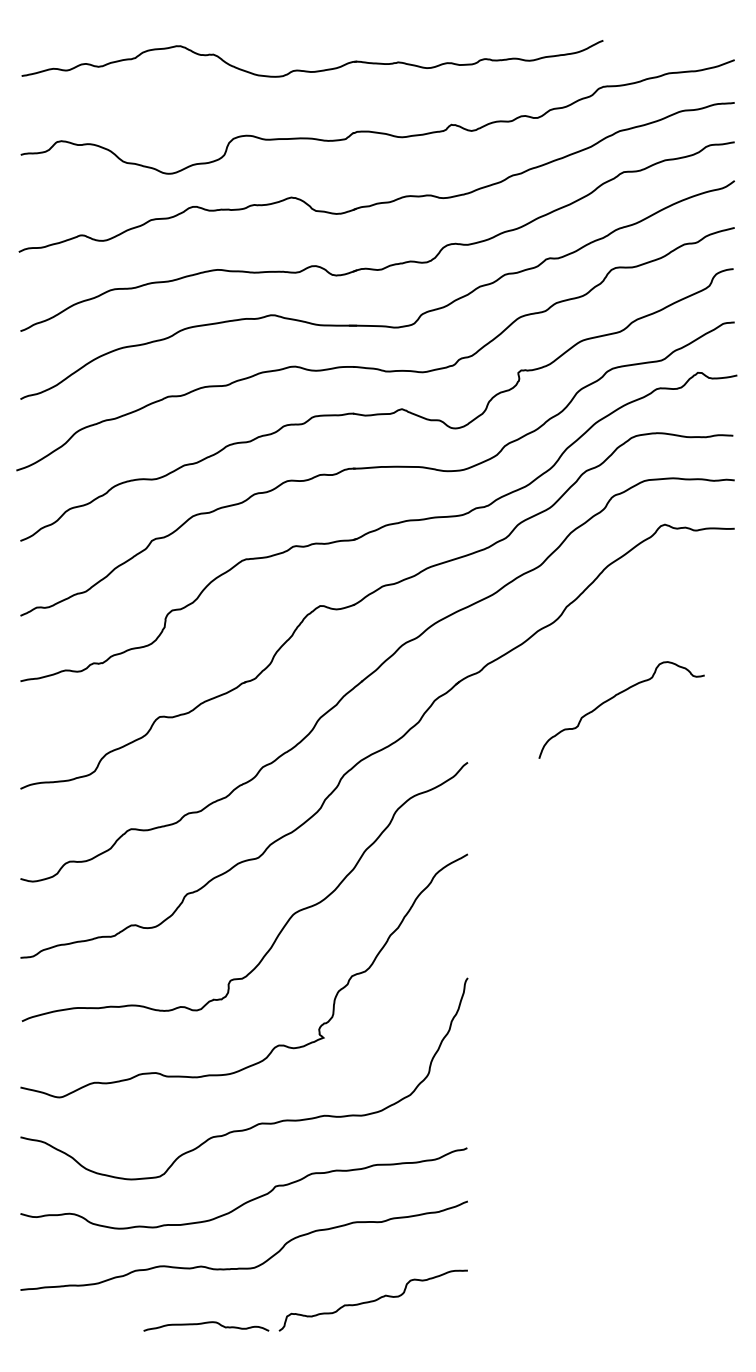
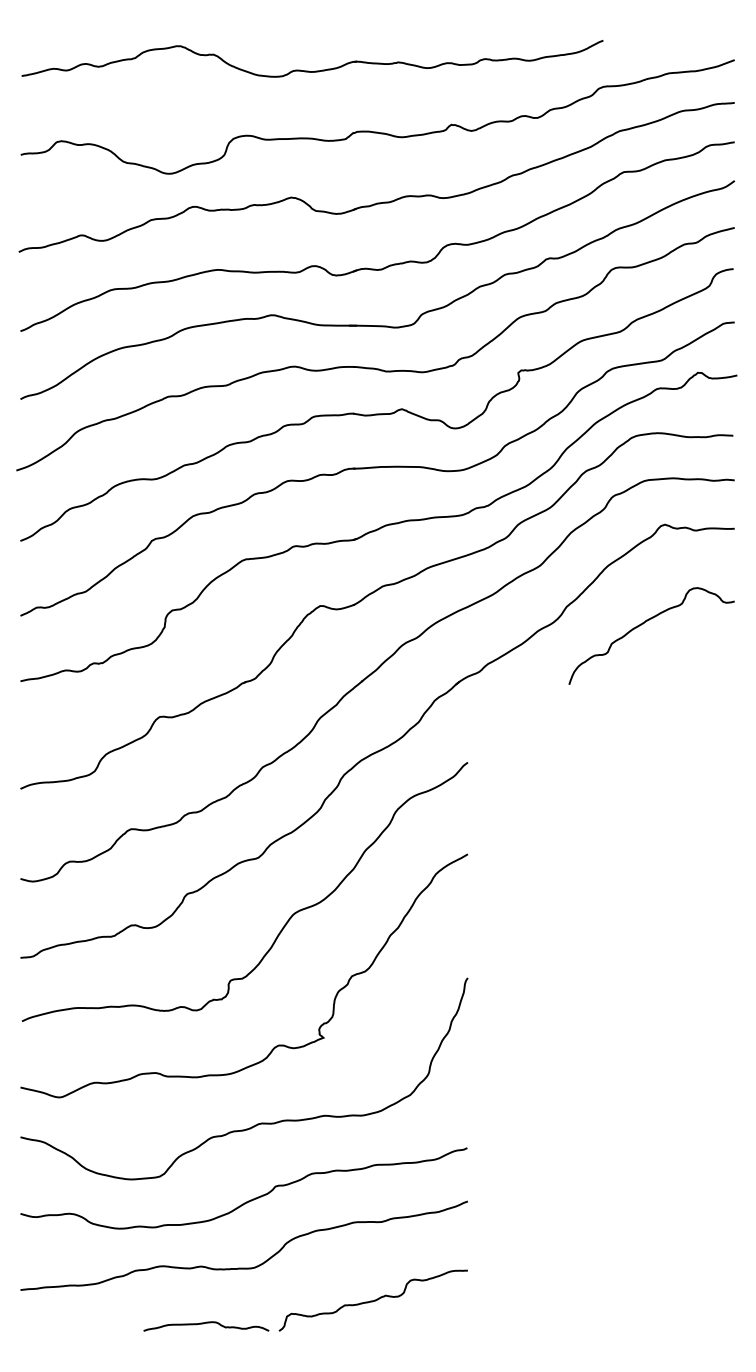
curve at (613, 698) position: (613, 698) -> (643, 624)
